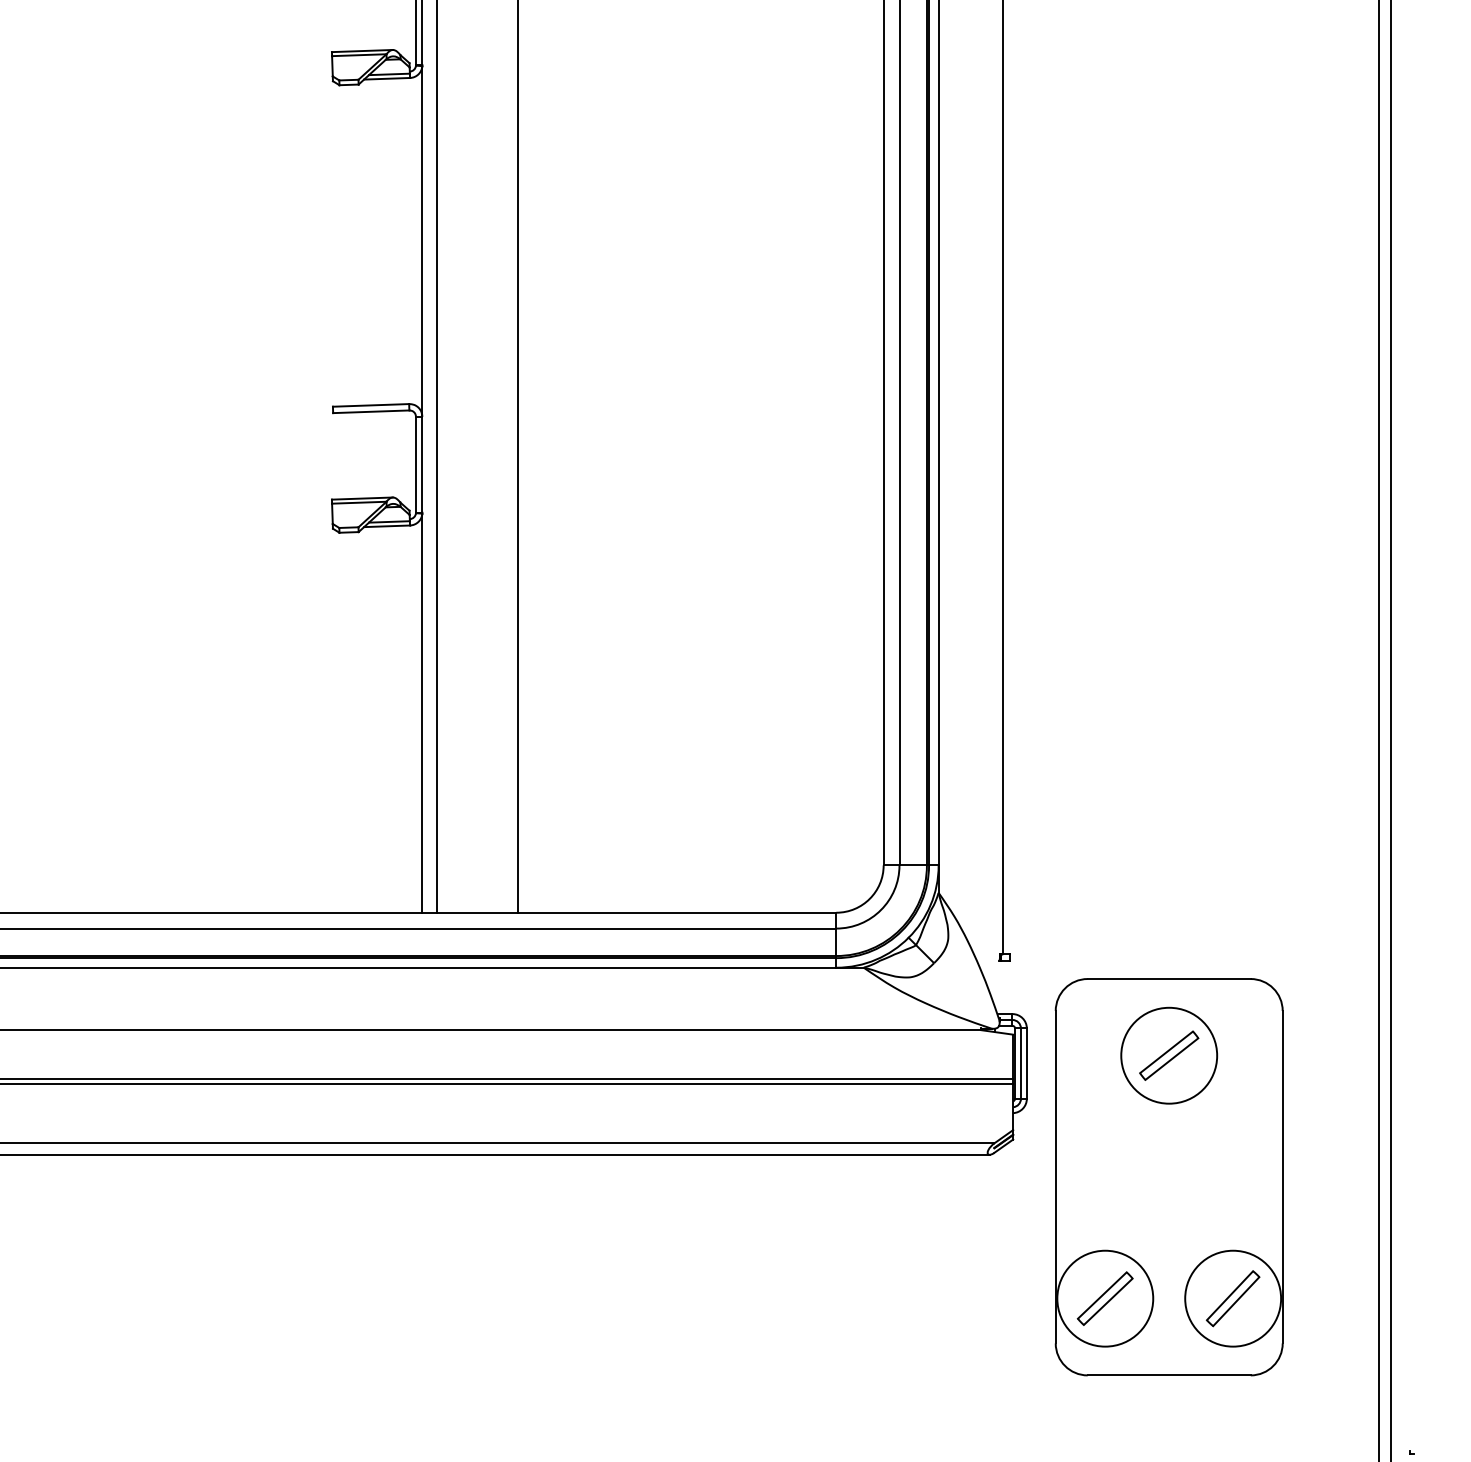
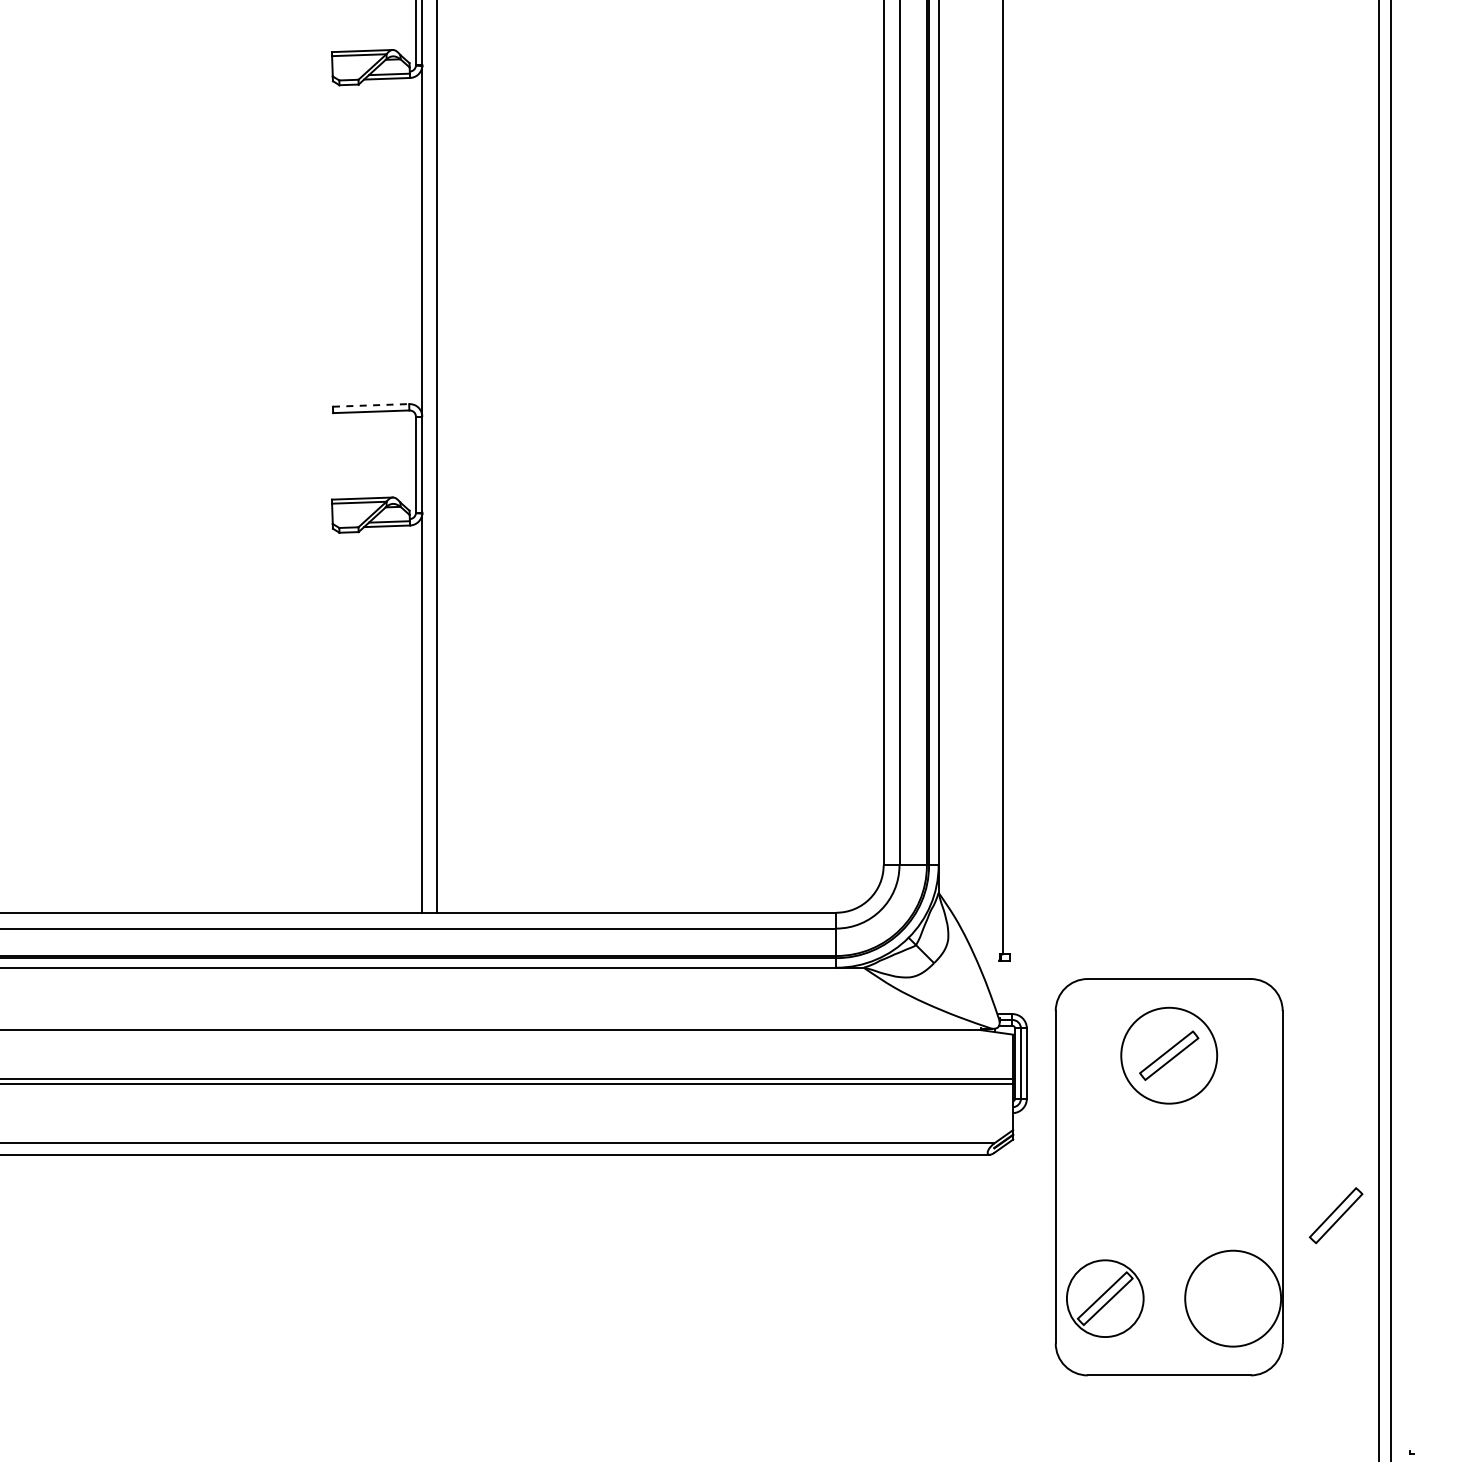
line at (371, 405): solid -> dashed
line at (518, 457): present -> none
circle at (1105, 1298) diameter: 96 px -> 77 px
part at (1232, 1298) position: (1232, 1298) -> (1335, 1215)
